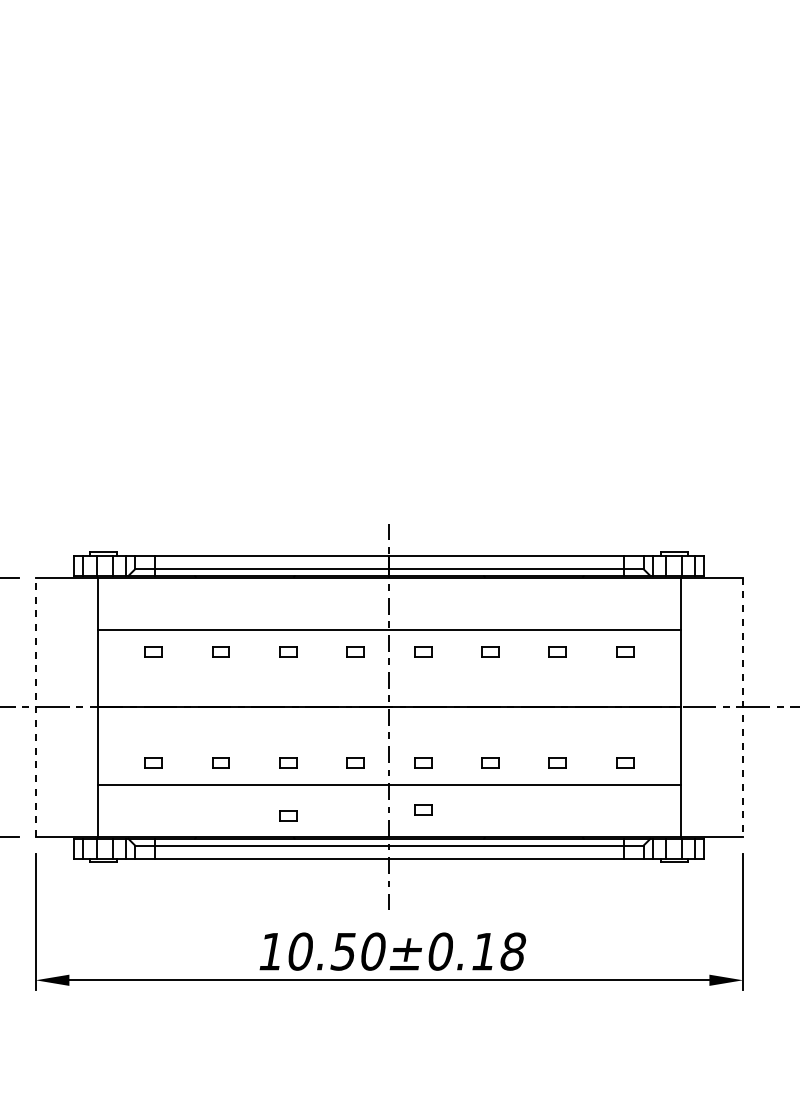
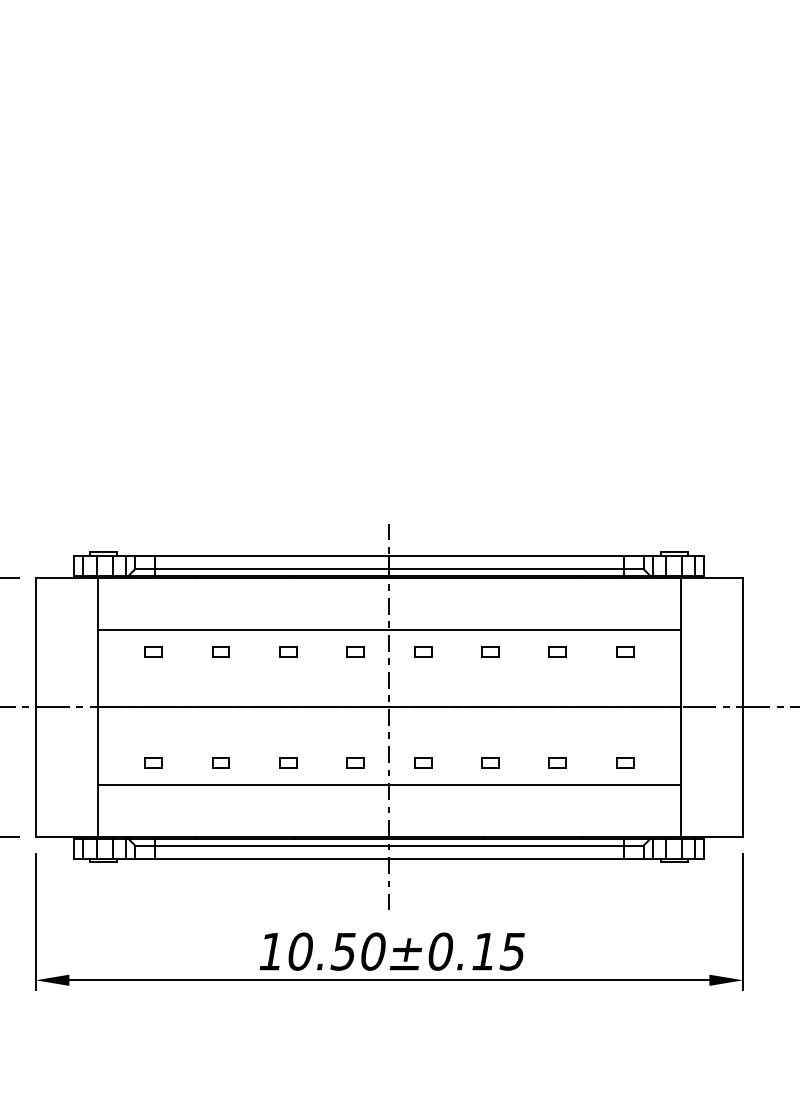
line at (35, 707): dashed -> solid
line at (743, 707): dashed -> solid
part at (423, 809): present -> none
part at (288, 815): present -> none
text at (512, 951): 10.50±0.18 -> 10.50±0.15
